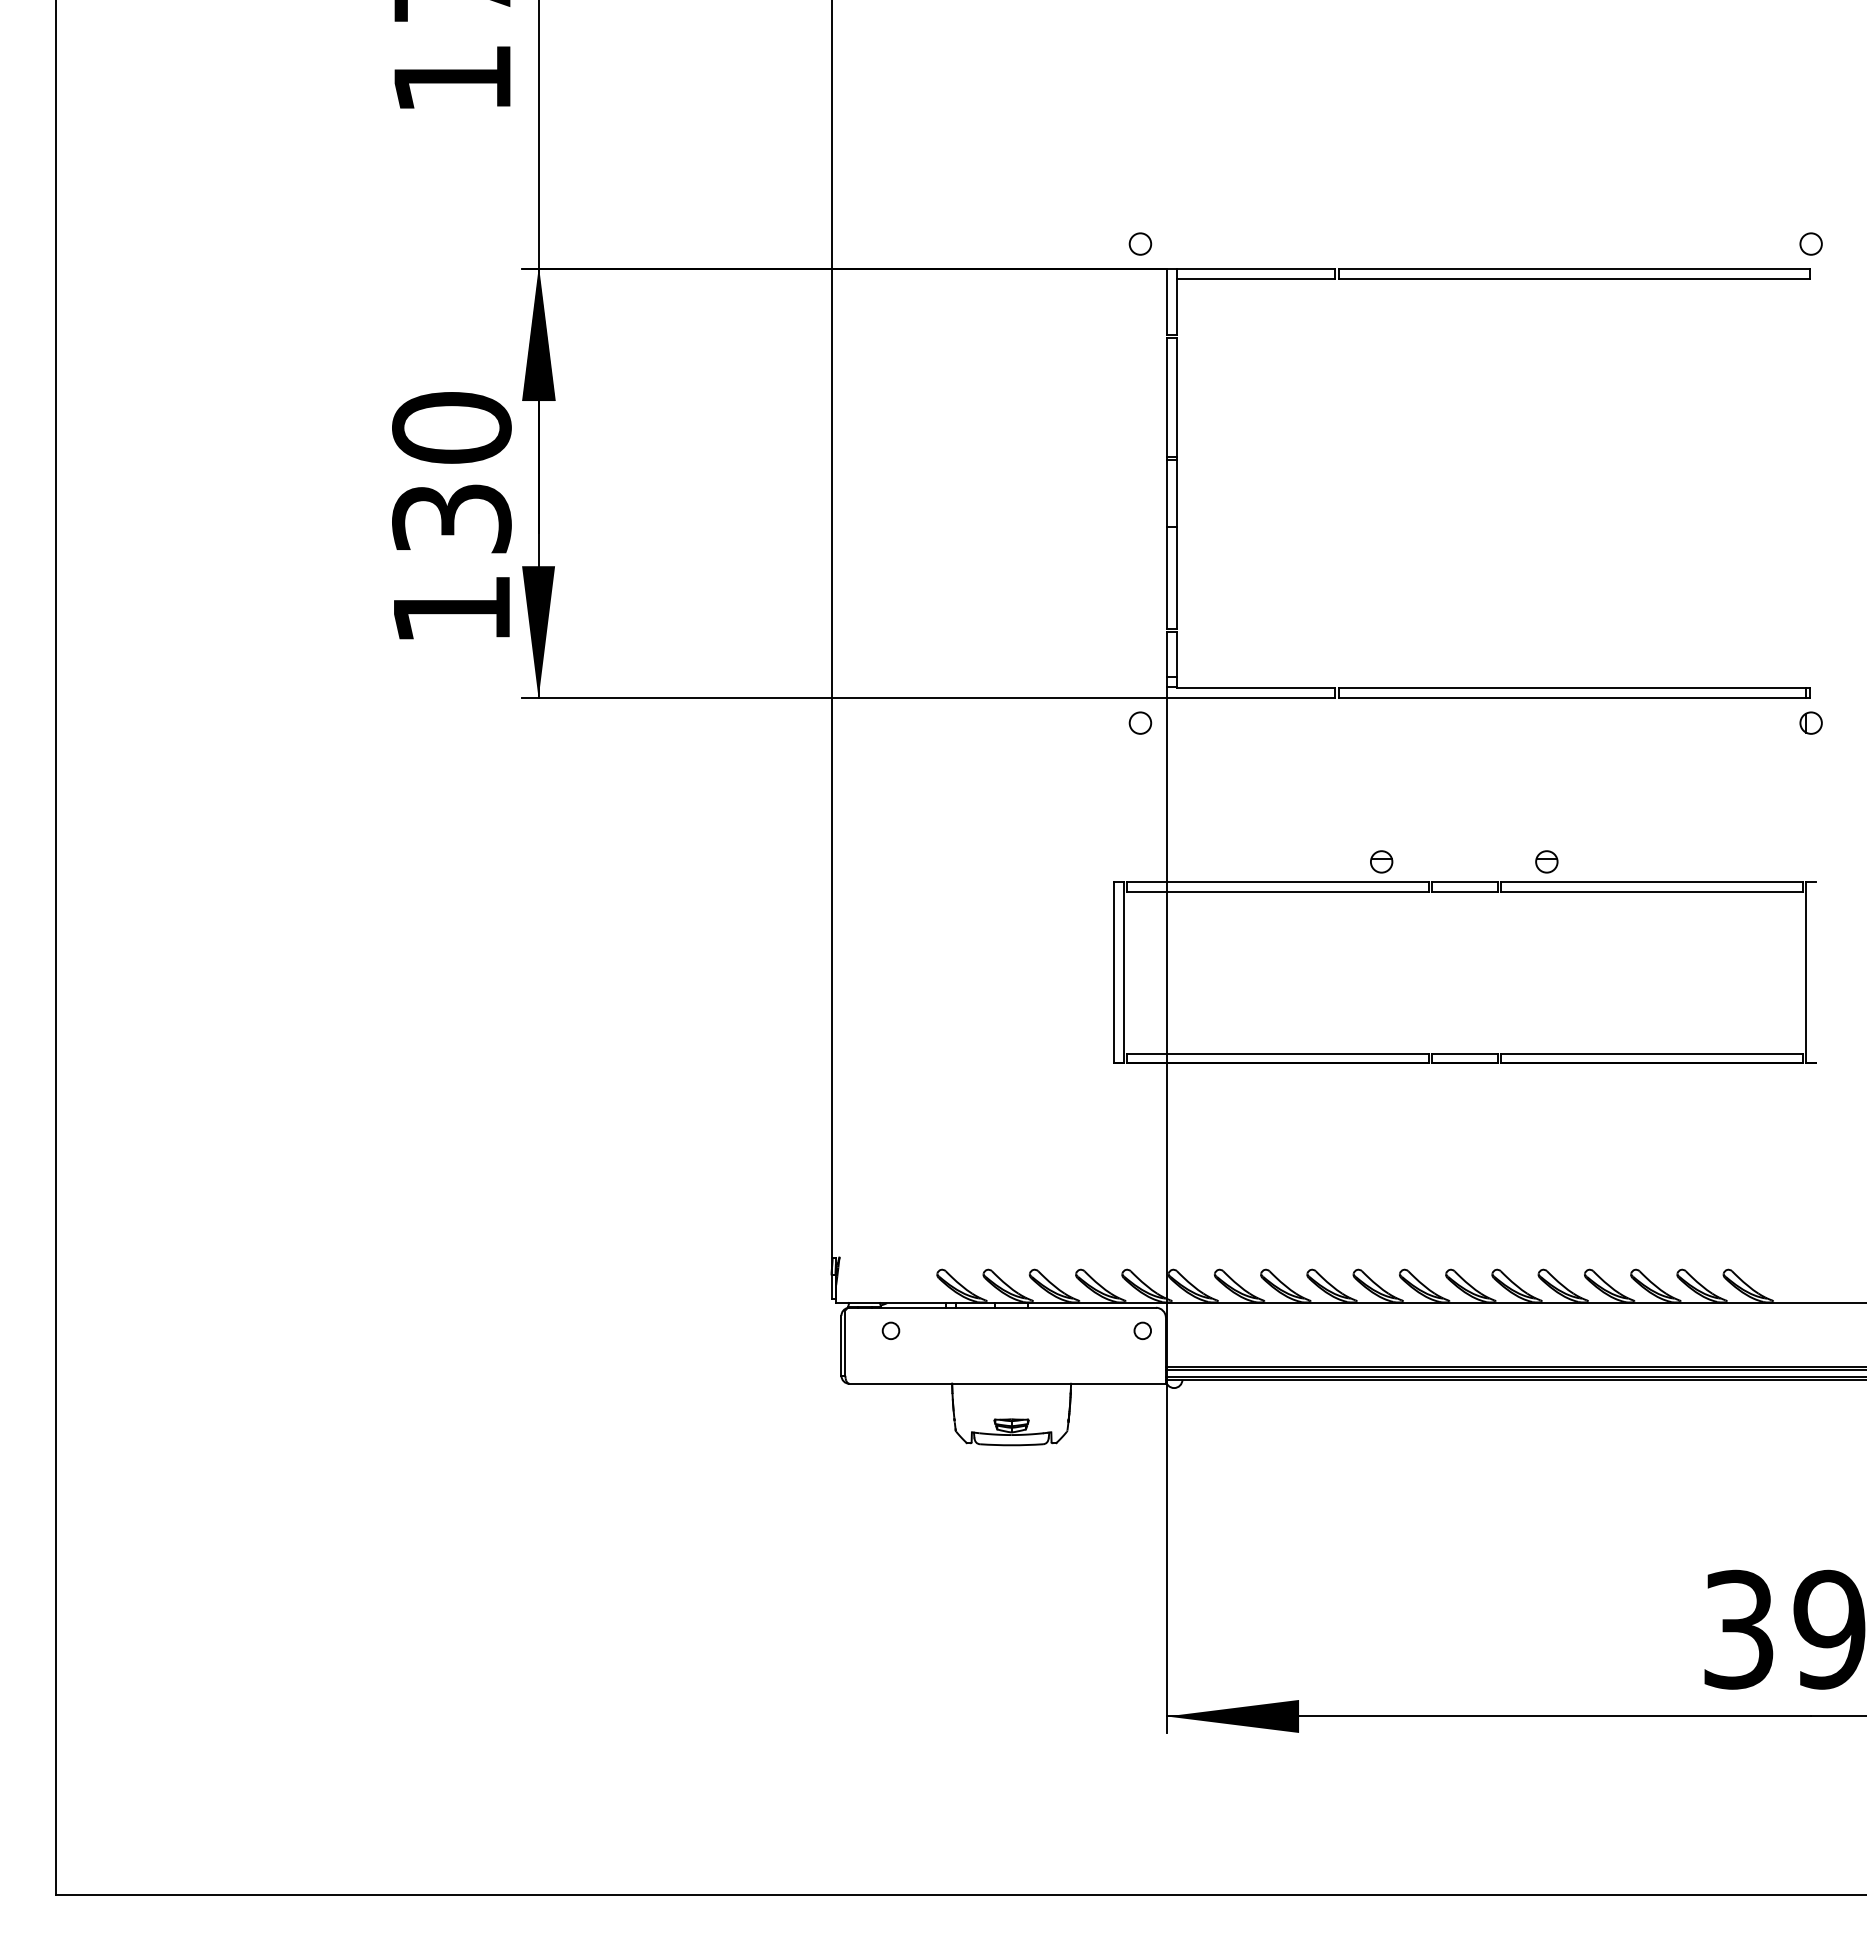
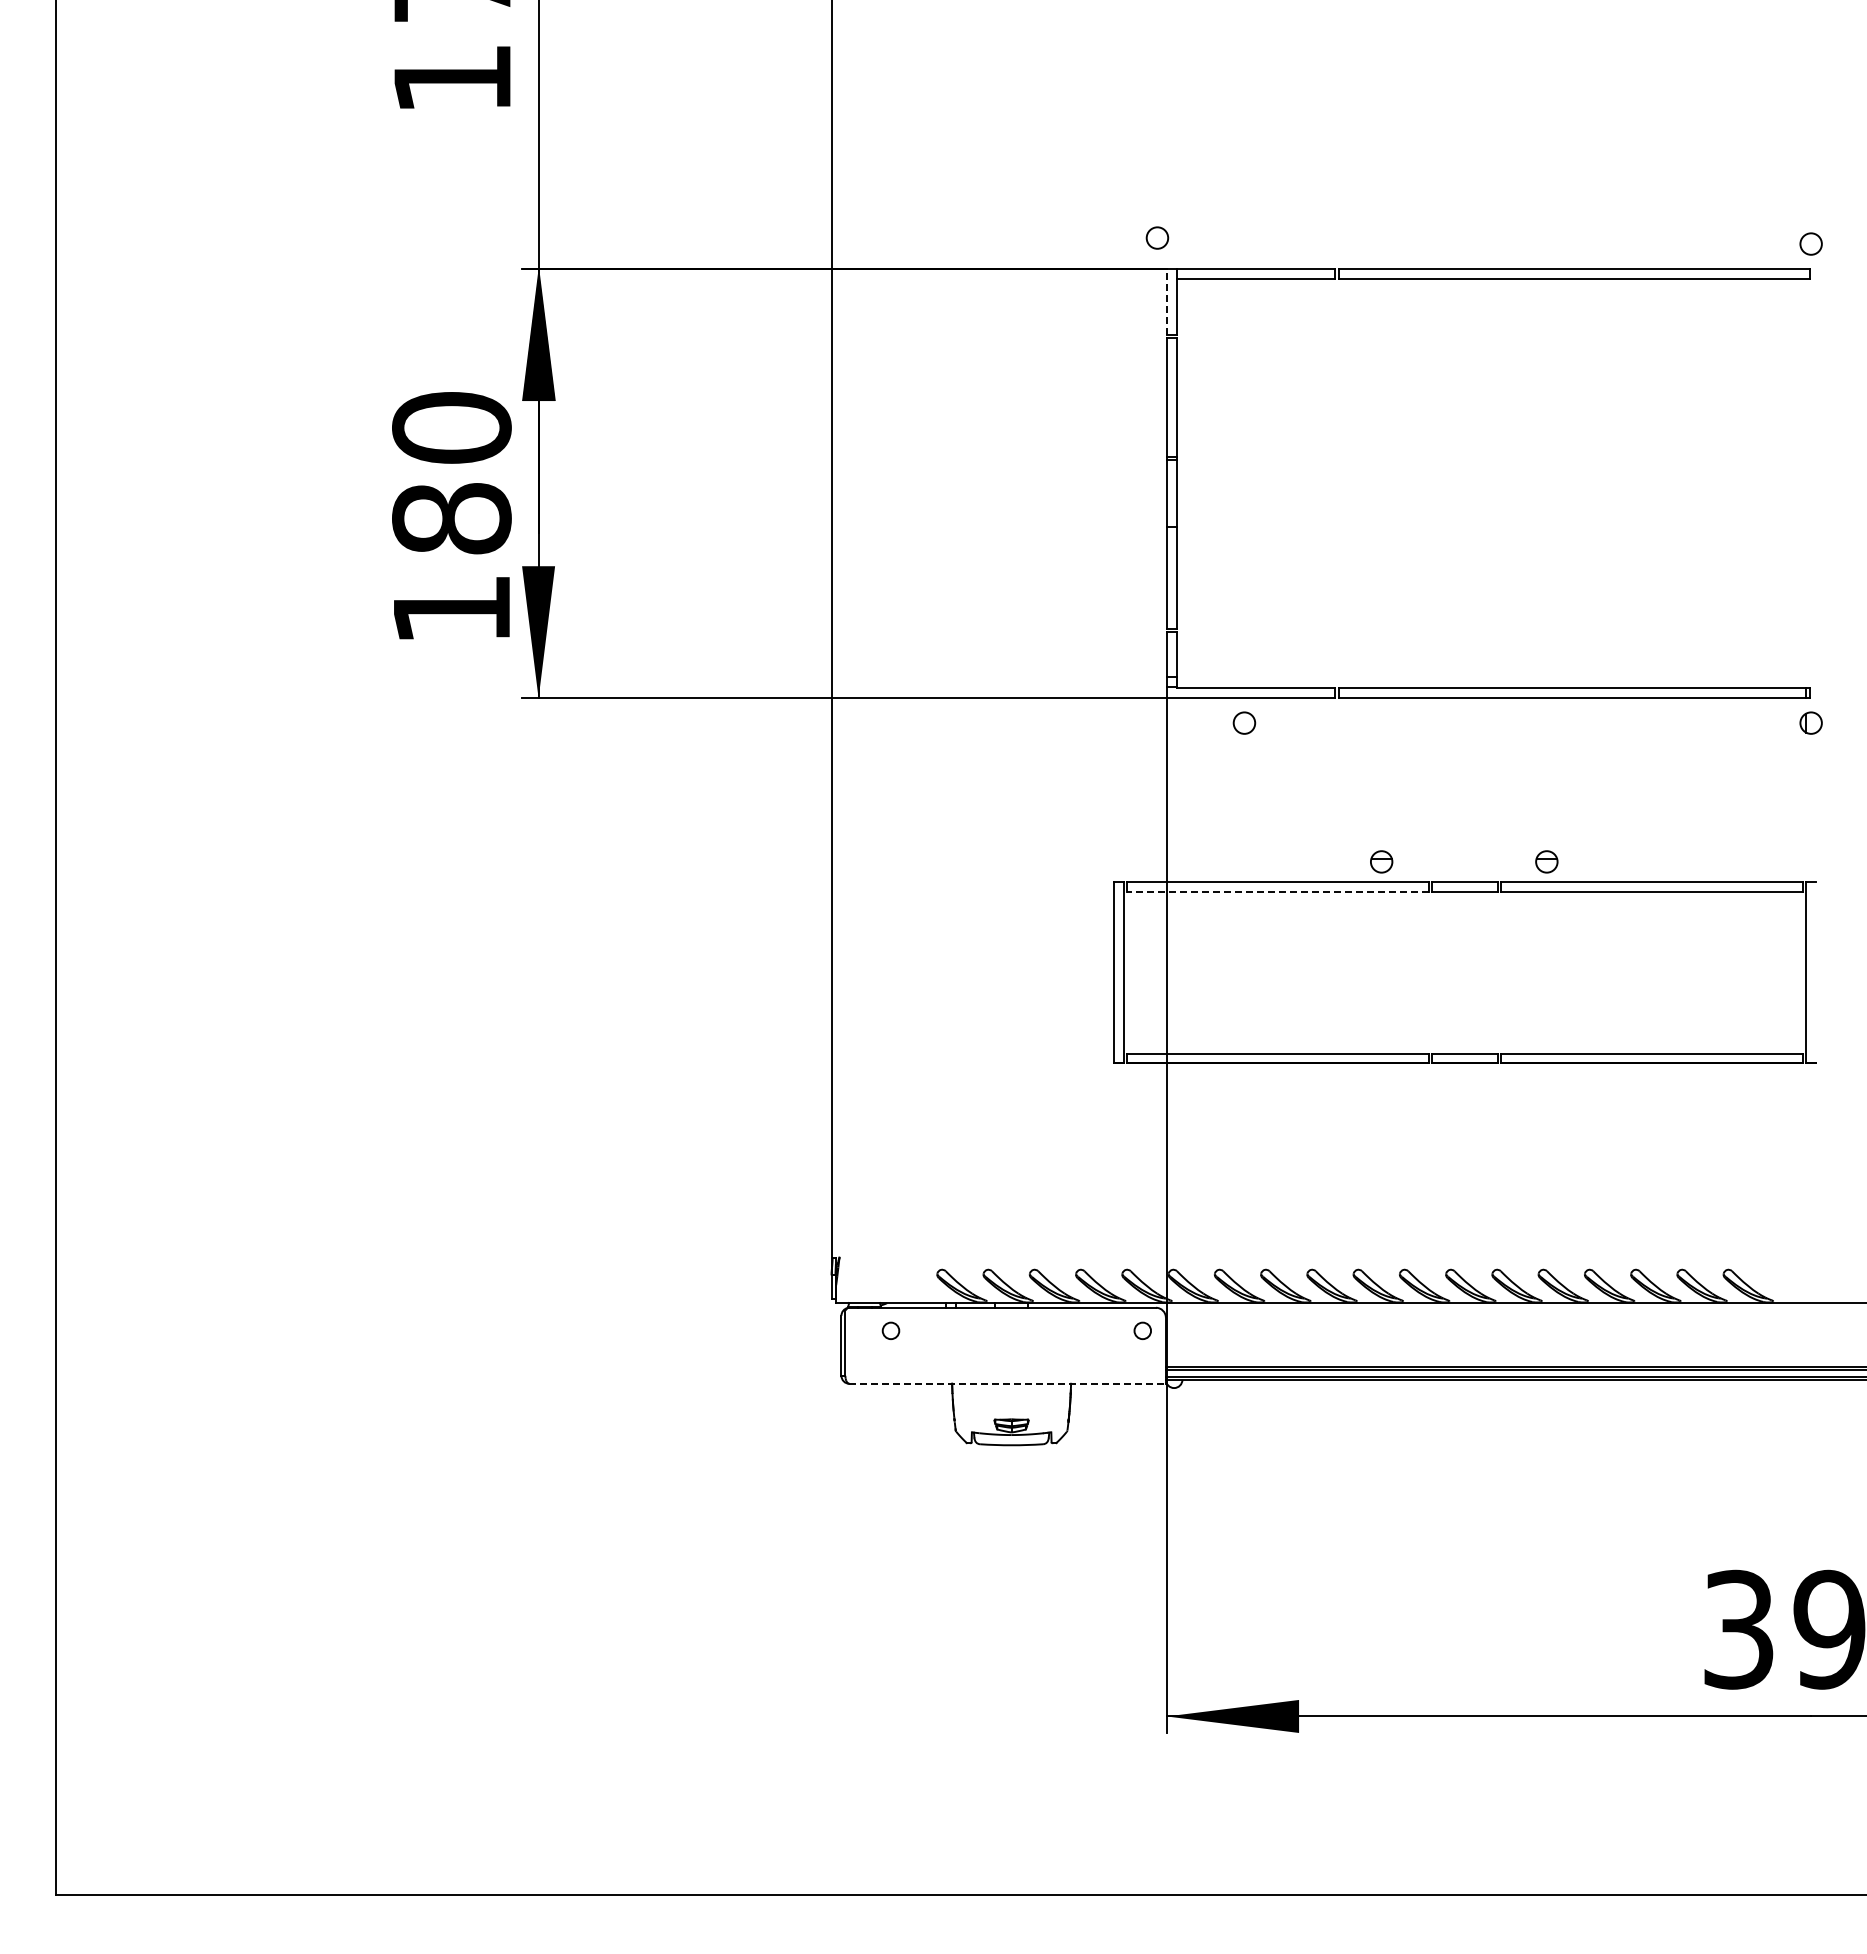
circle at (1140, 243) position: (1140, 243) -> (1157, 237)
line at (1166, 301): solid -> dashed
text at (451, 518): 130 -> 180
circle at (1140, 722) position: (1140, 722) -> (1244, 722)
line at (1277, 891): solid -> dashed
line at (1008, 1383): solid -> dashed
